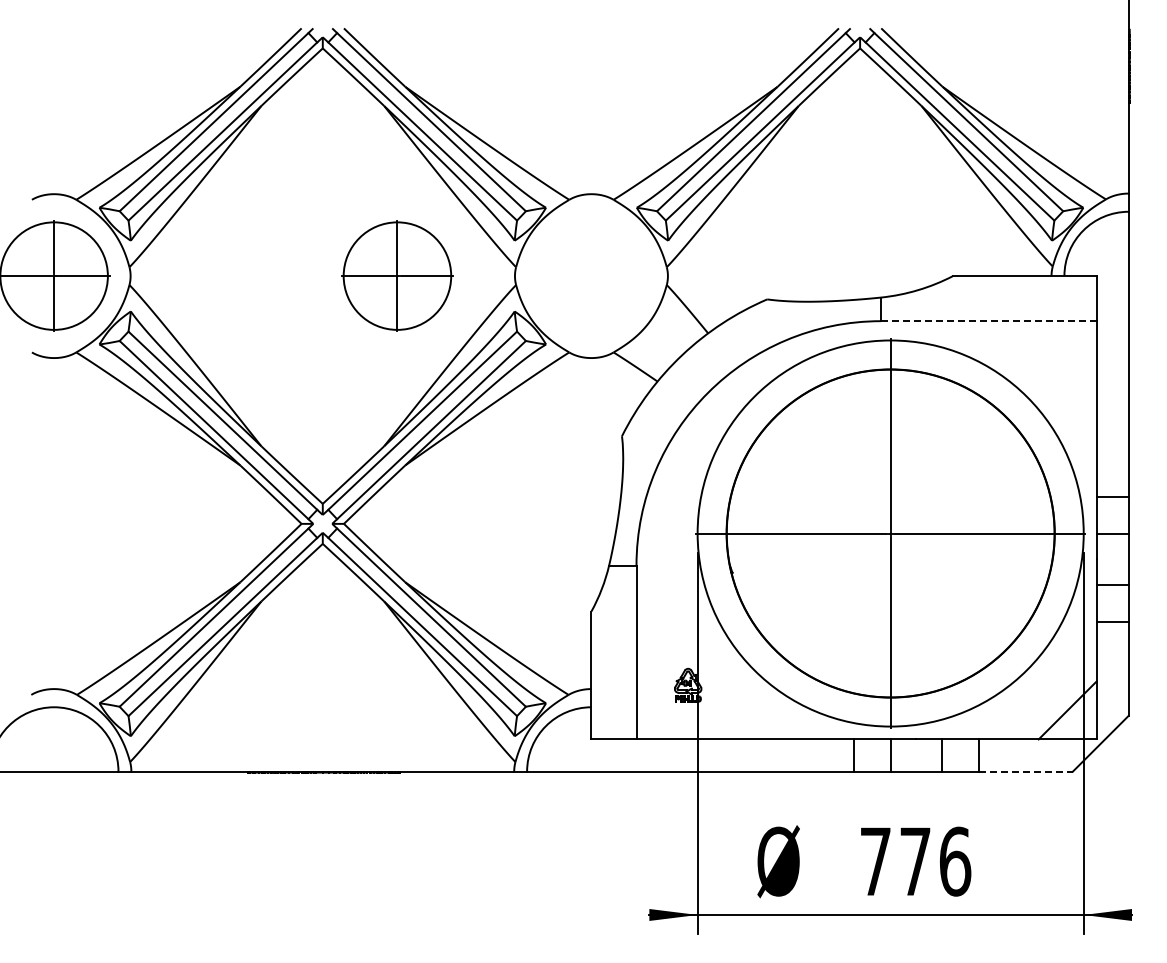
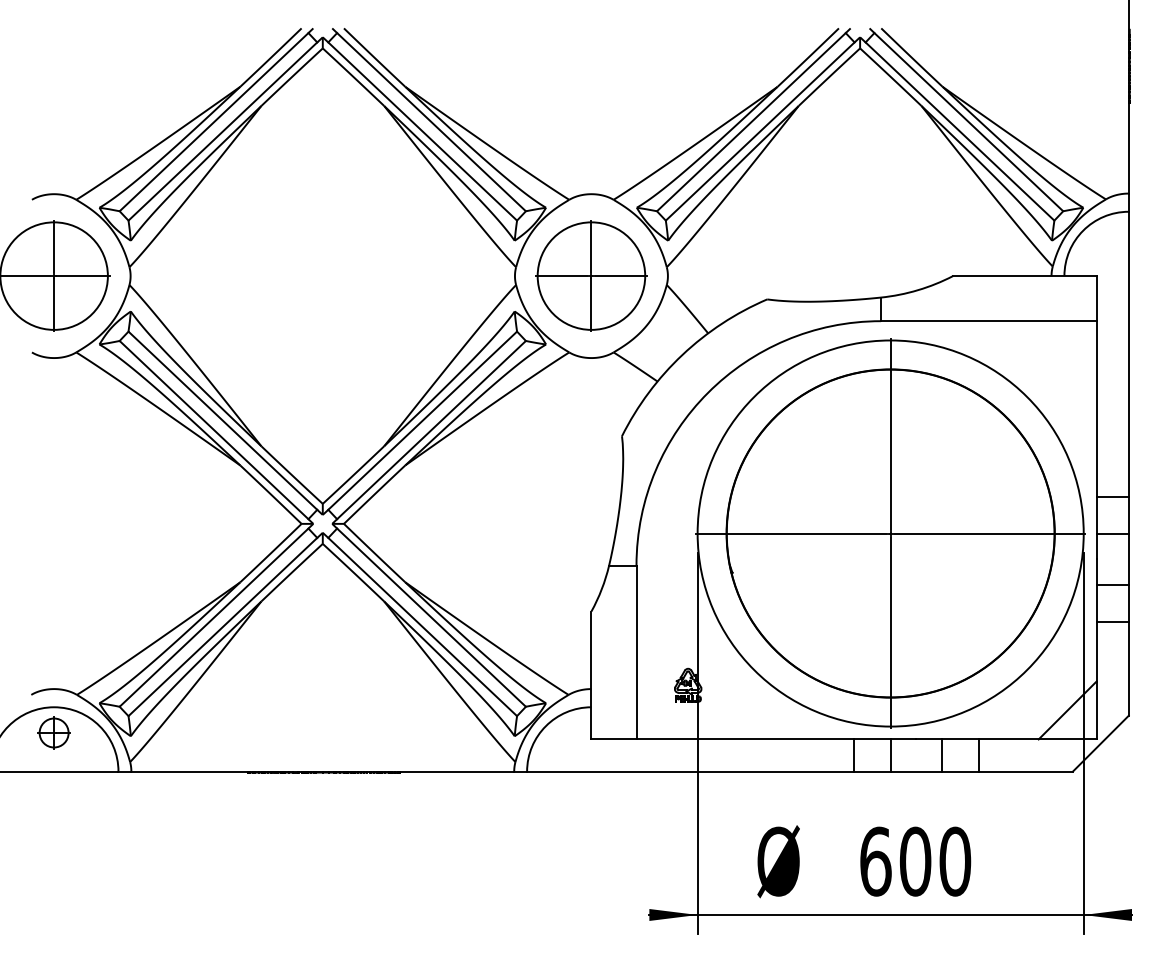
part at (397, 275) position: (397, 275) -> (591, 275)
line at (988, 321): dashed -> solid
part at (53, 732): none -> present
line at (1026, 771): dashed -> solid
text at (915, 861): 776 -> 600
